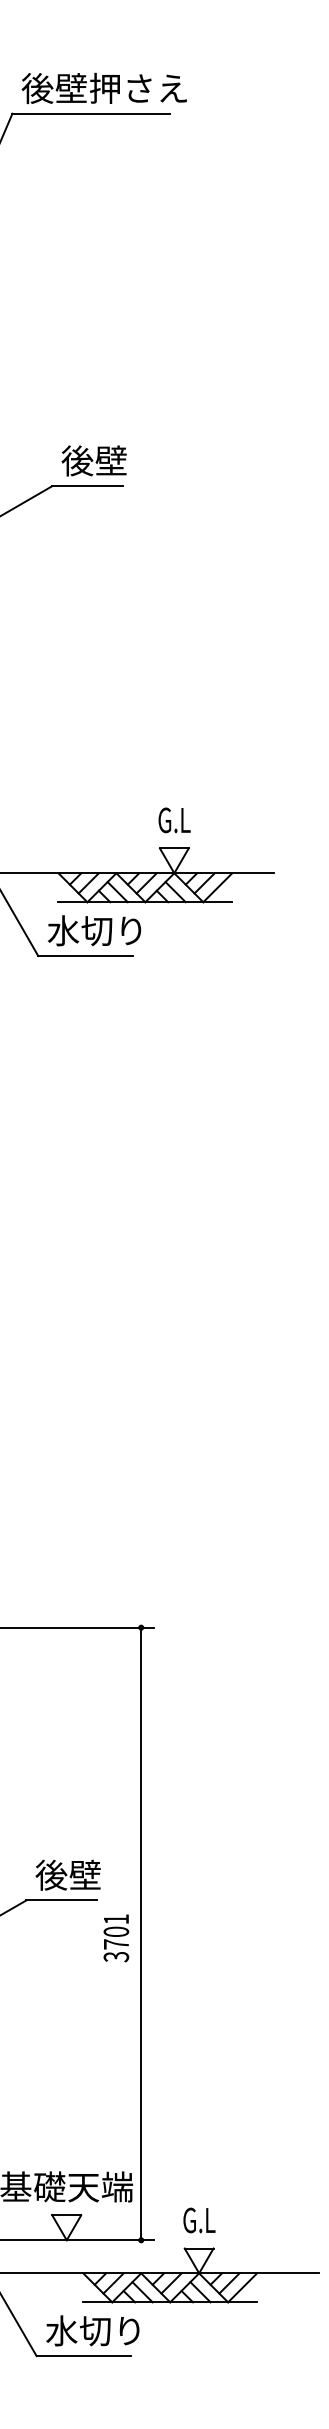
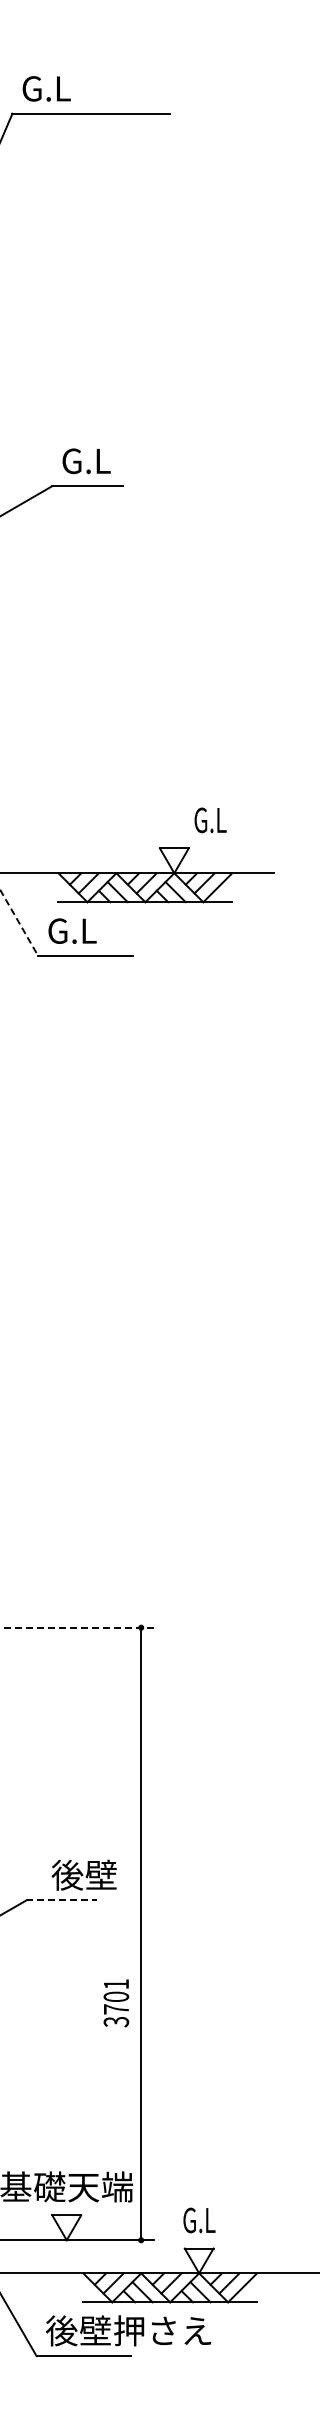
text at (103, 88): 後壁押さえ -> G.L
text at (93, 460): 後壁 -> G.L
text at (174, 820) position: (174, 820) -> (210, 820)
line at (19, 923): solid -> dashed
text at (94, 930): 水切り -> G.L
line at (77, 1627): solid -> dashed
text at (67, 1874) position: (67, 1874) -> (83, 1874)
line at (62, 1900): solid -> dashed
text at (116, 1938) position: (116, 1938) -> (116, 2003)
text at (128, 2330): 水切り -> 後壁押さえ
